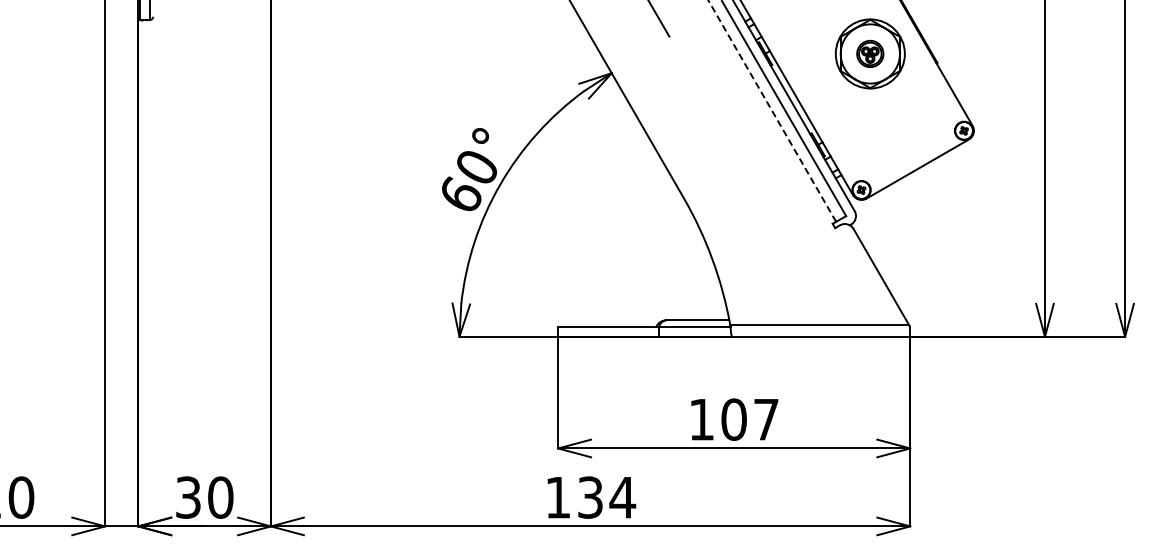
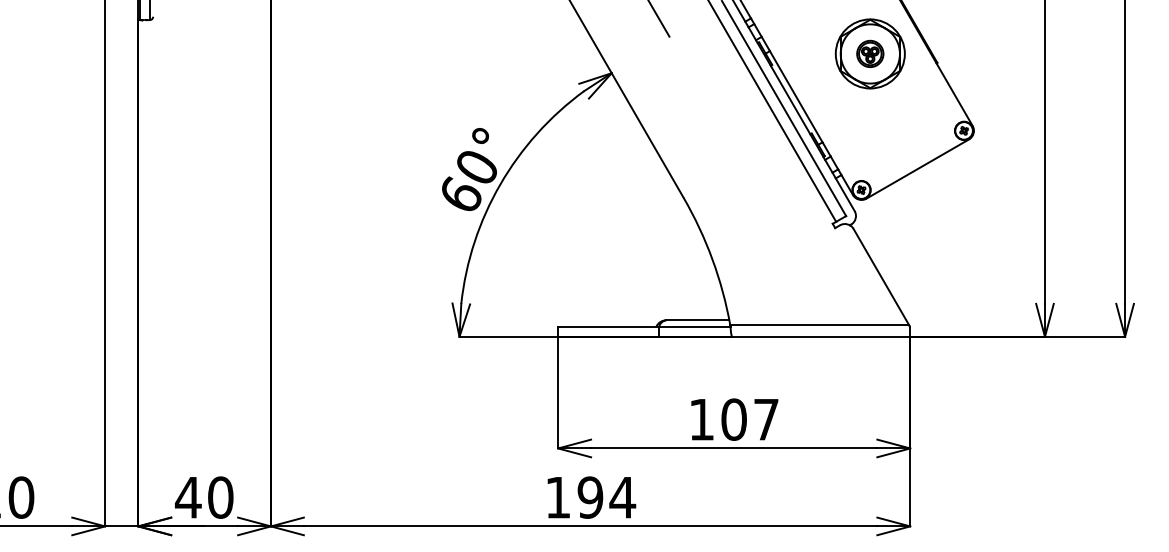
line at (772, 111): dashed -> solid
text at (187, 497): 30 -> 40
text at (590, 497): 134 -> 194
